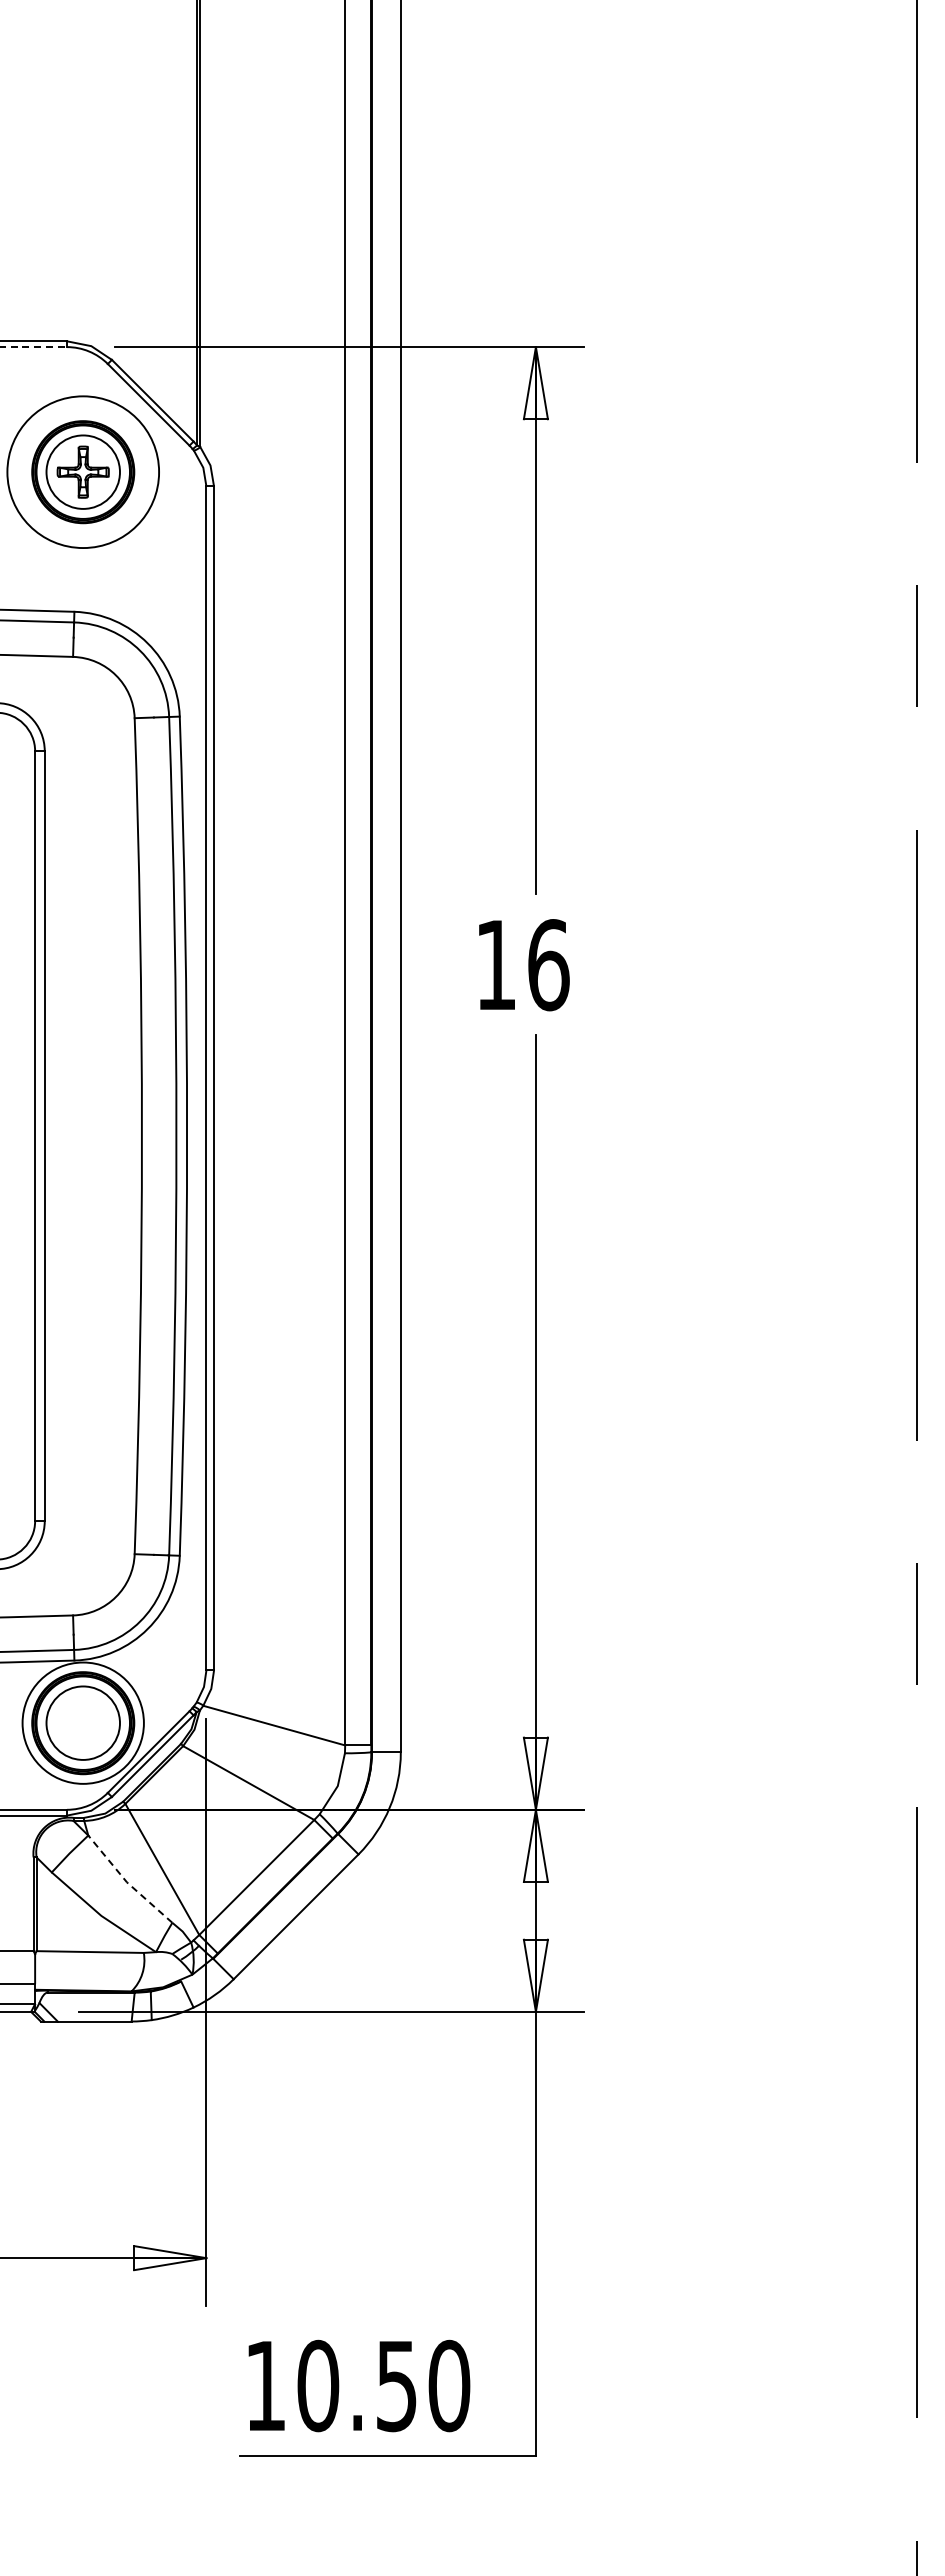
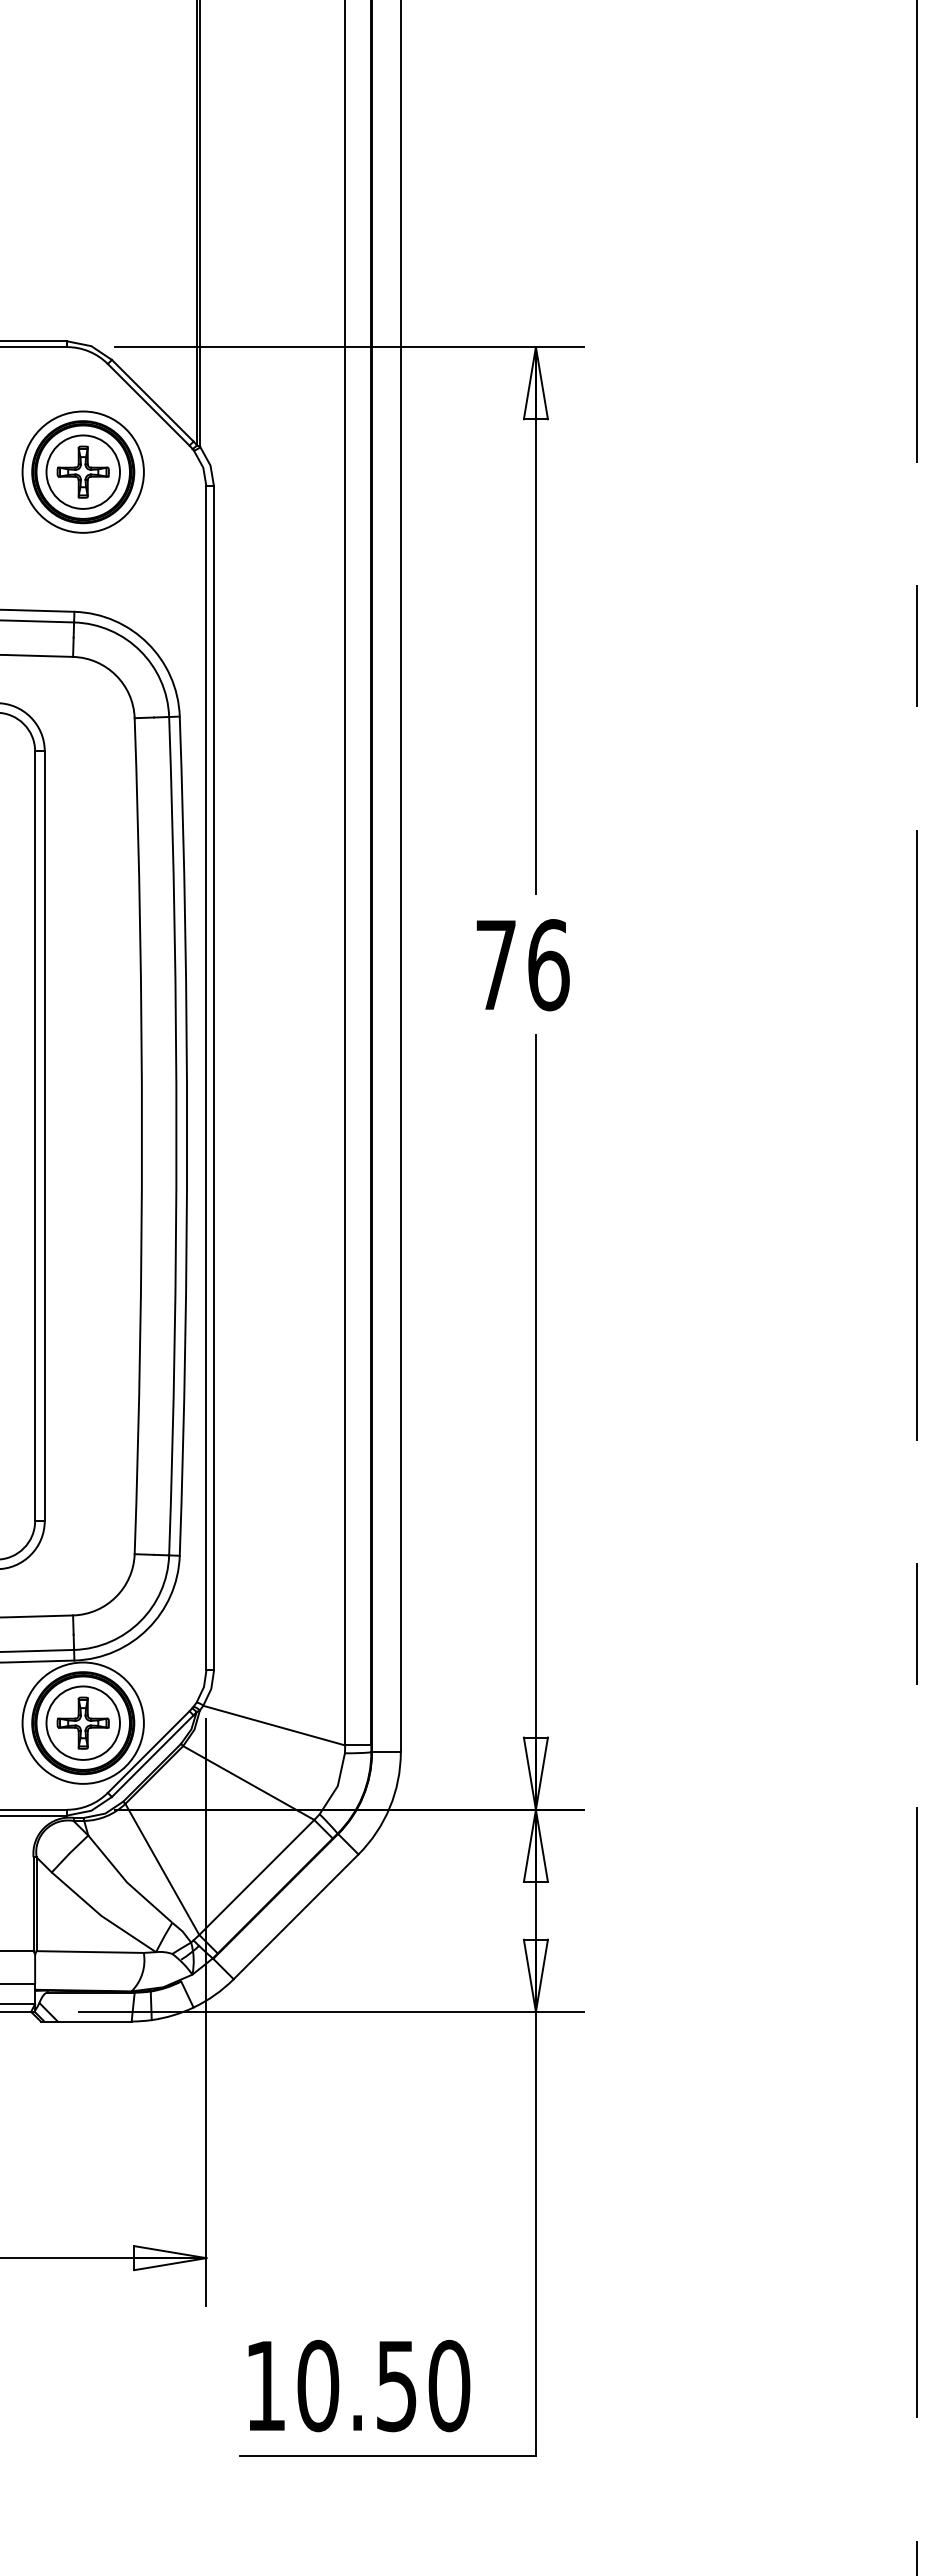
line at (34, 347): dashed -> solid
circle at (83, 472) diameter: 152 px -> 121 px
text at (495, 964): 16 -> 76
part at (82, 1722): none -> present
line at (127, 1882): dashed -> solid
